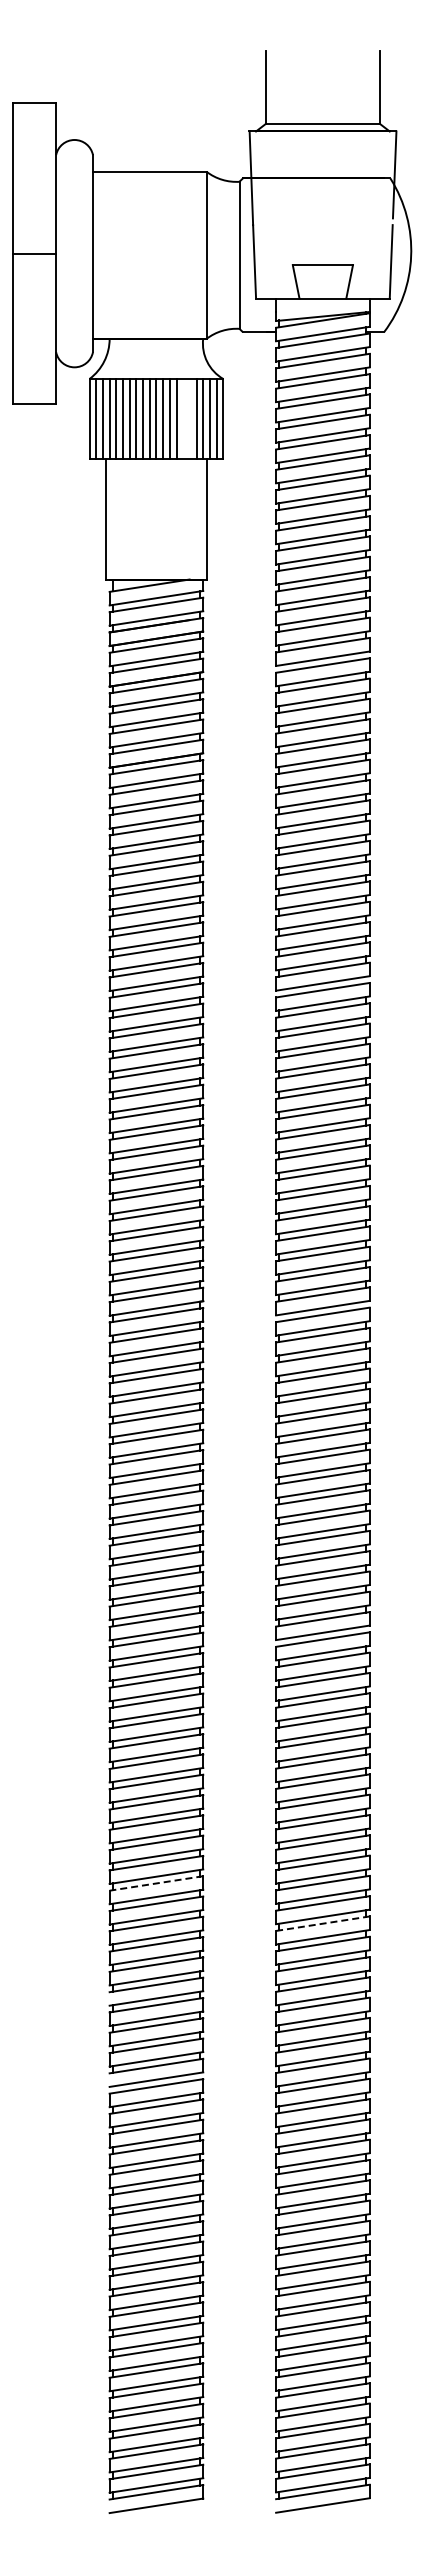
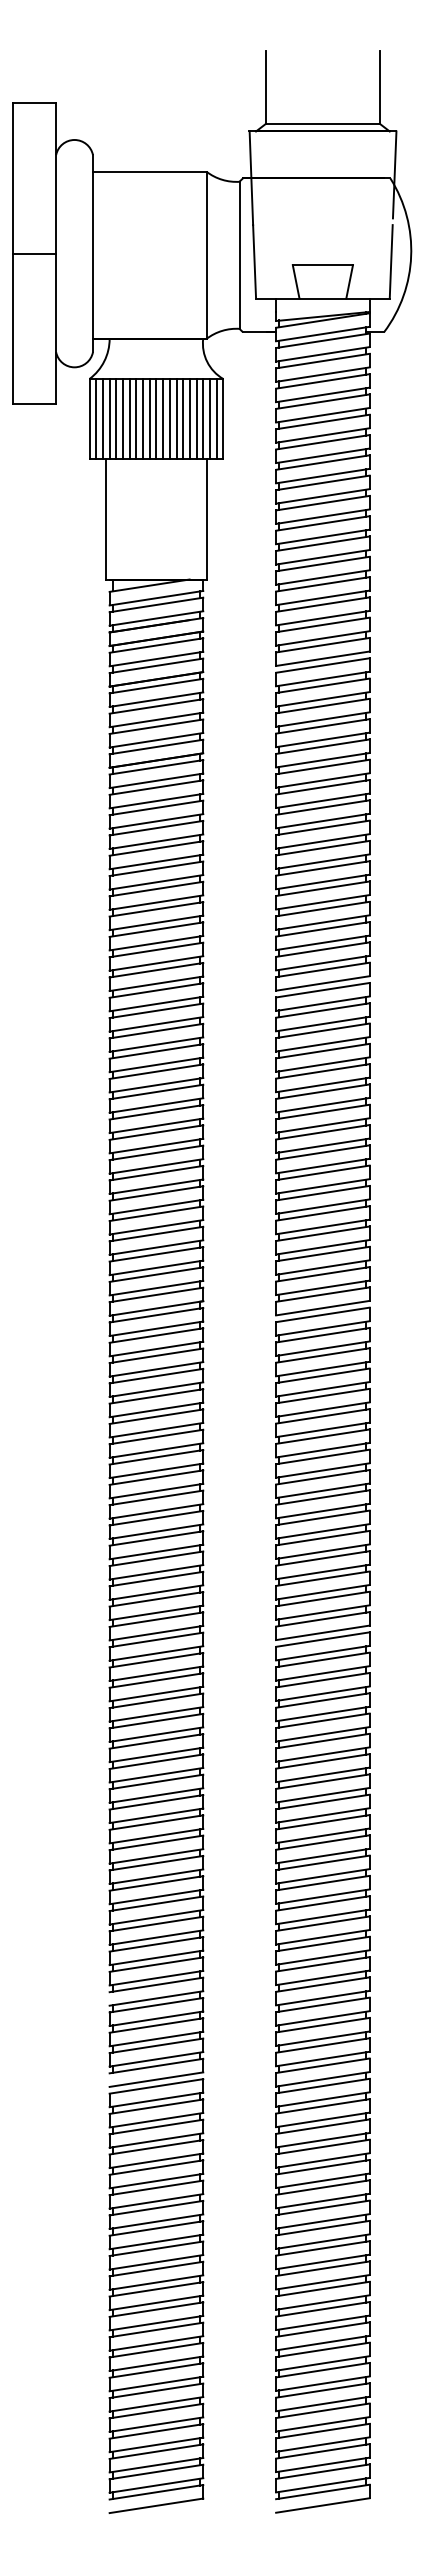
line at (183, 418): none -> present
line at (189, 418): none -> present
line at (155, 1883): dashed -> solid
line at (323, 1923): dashed -> solid
